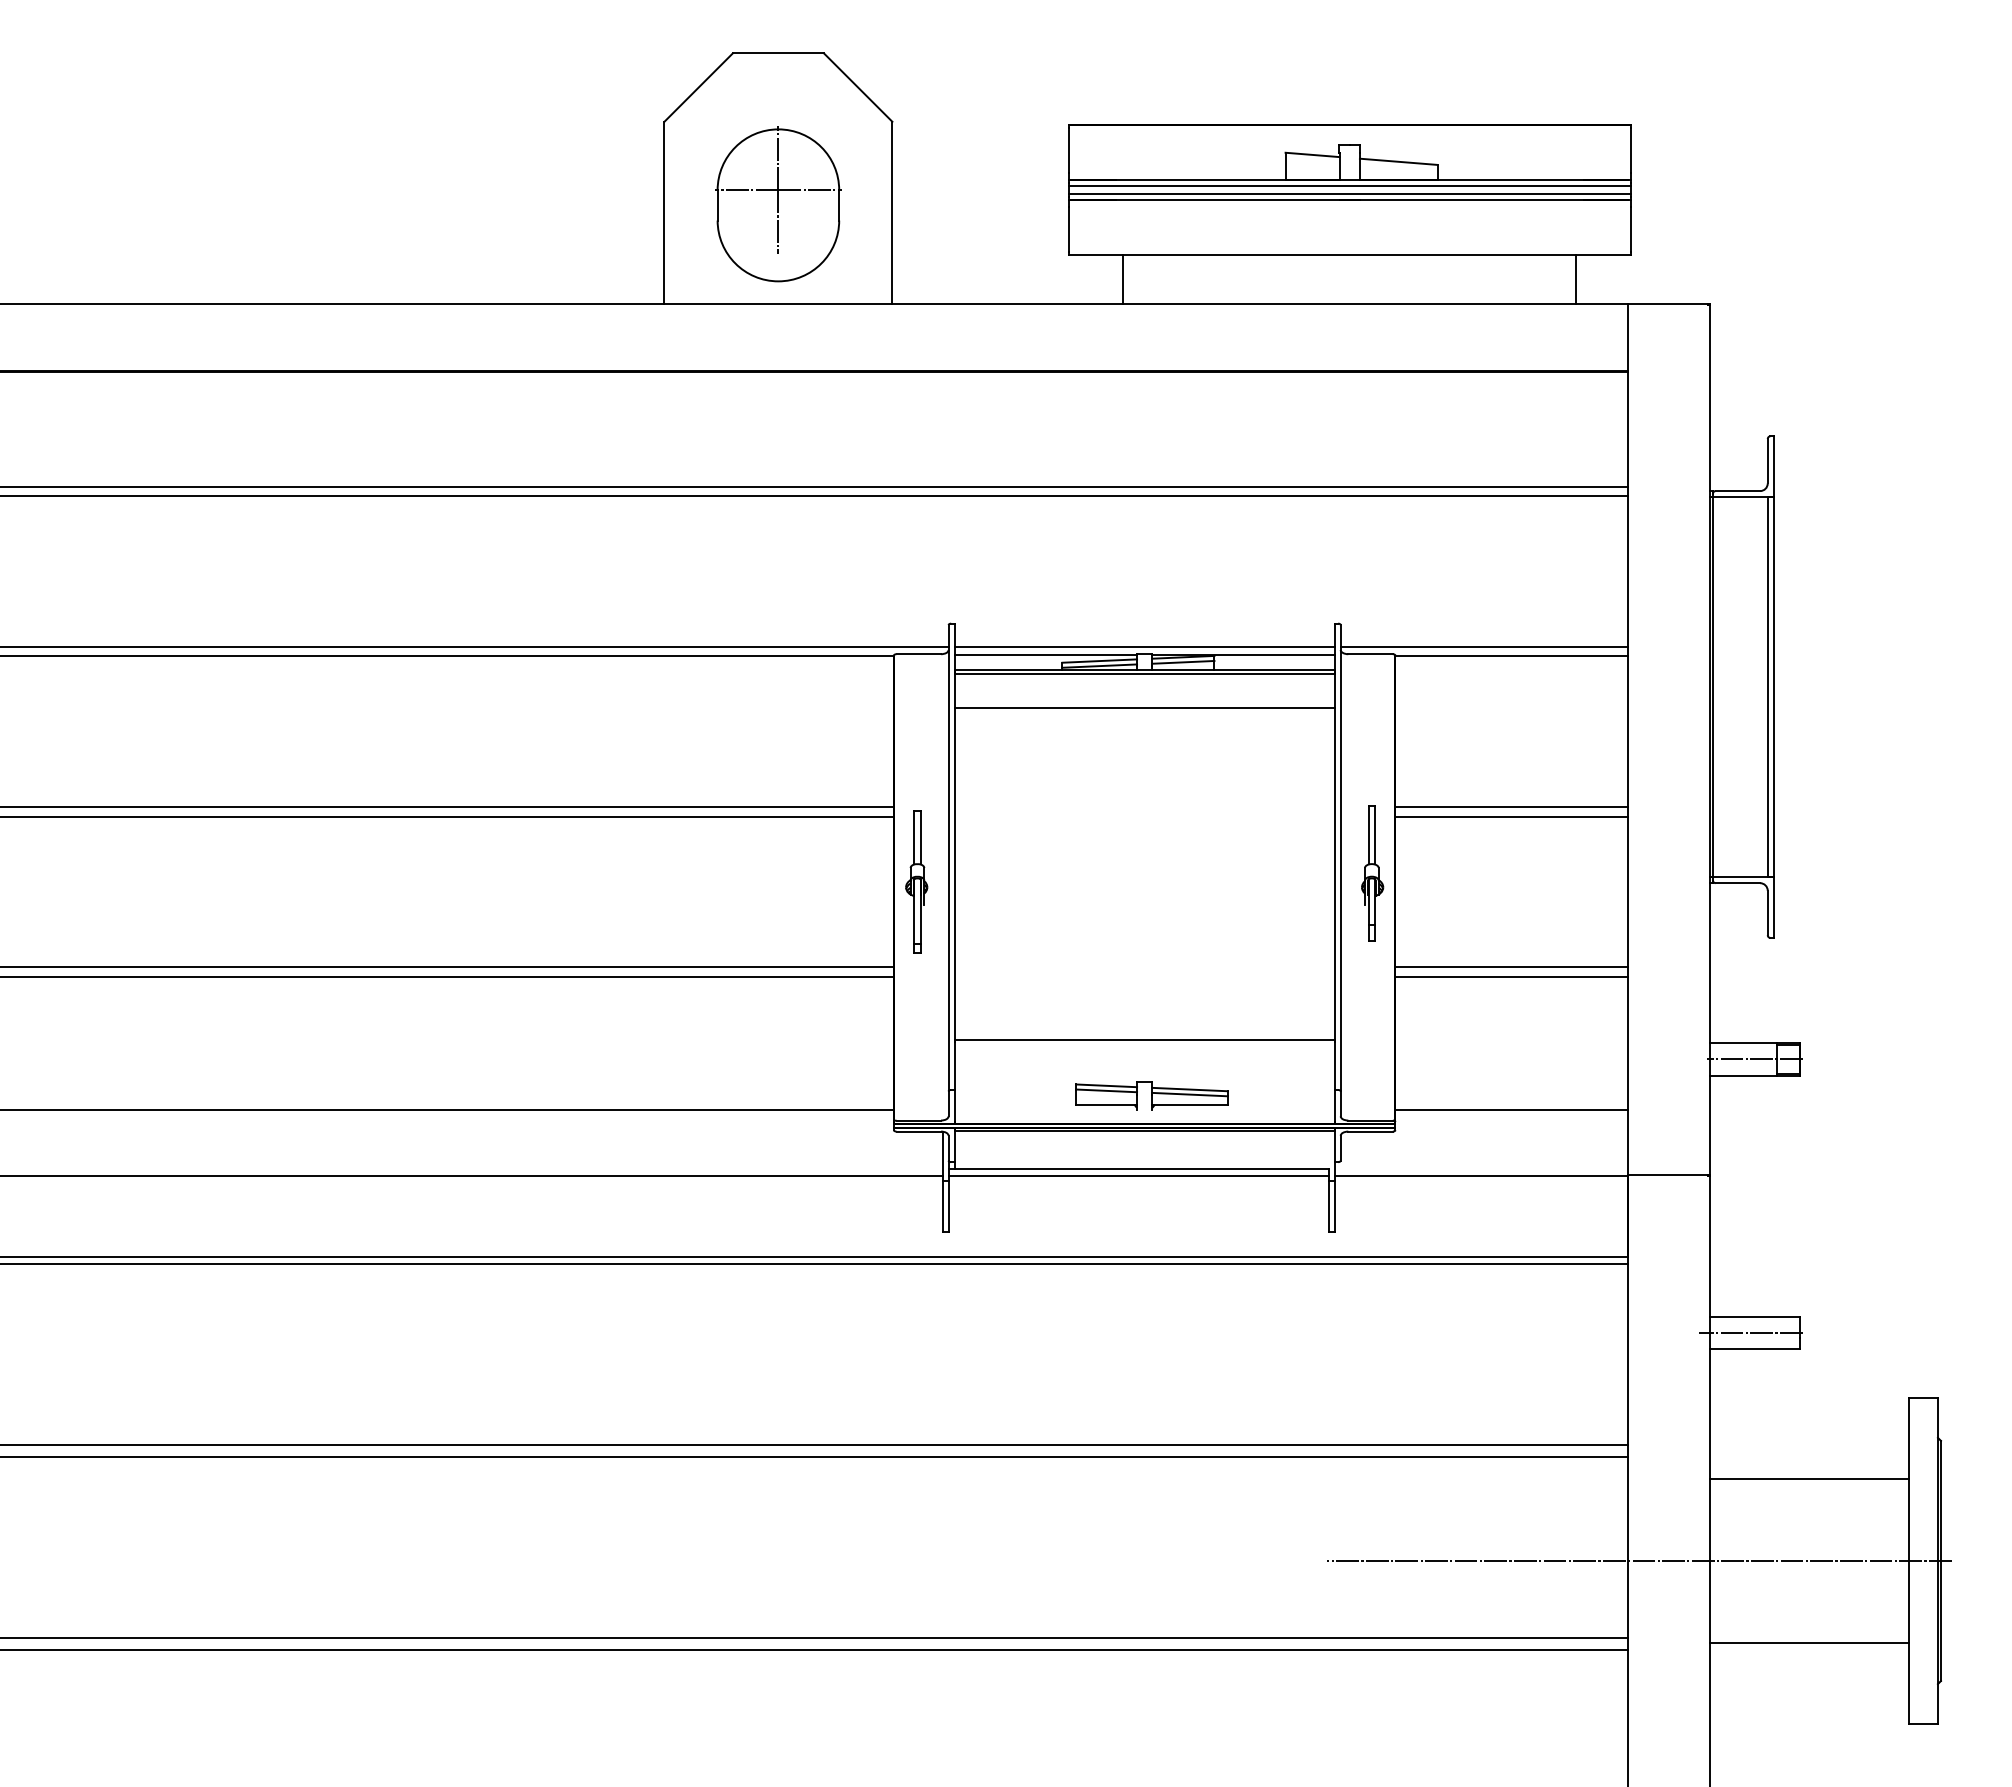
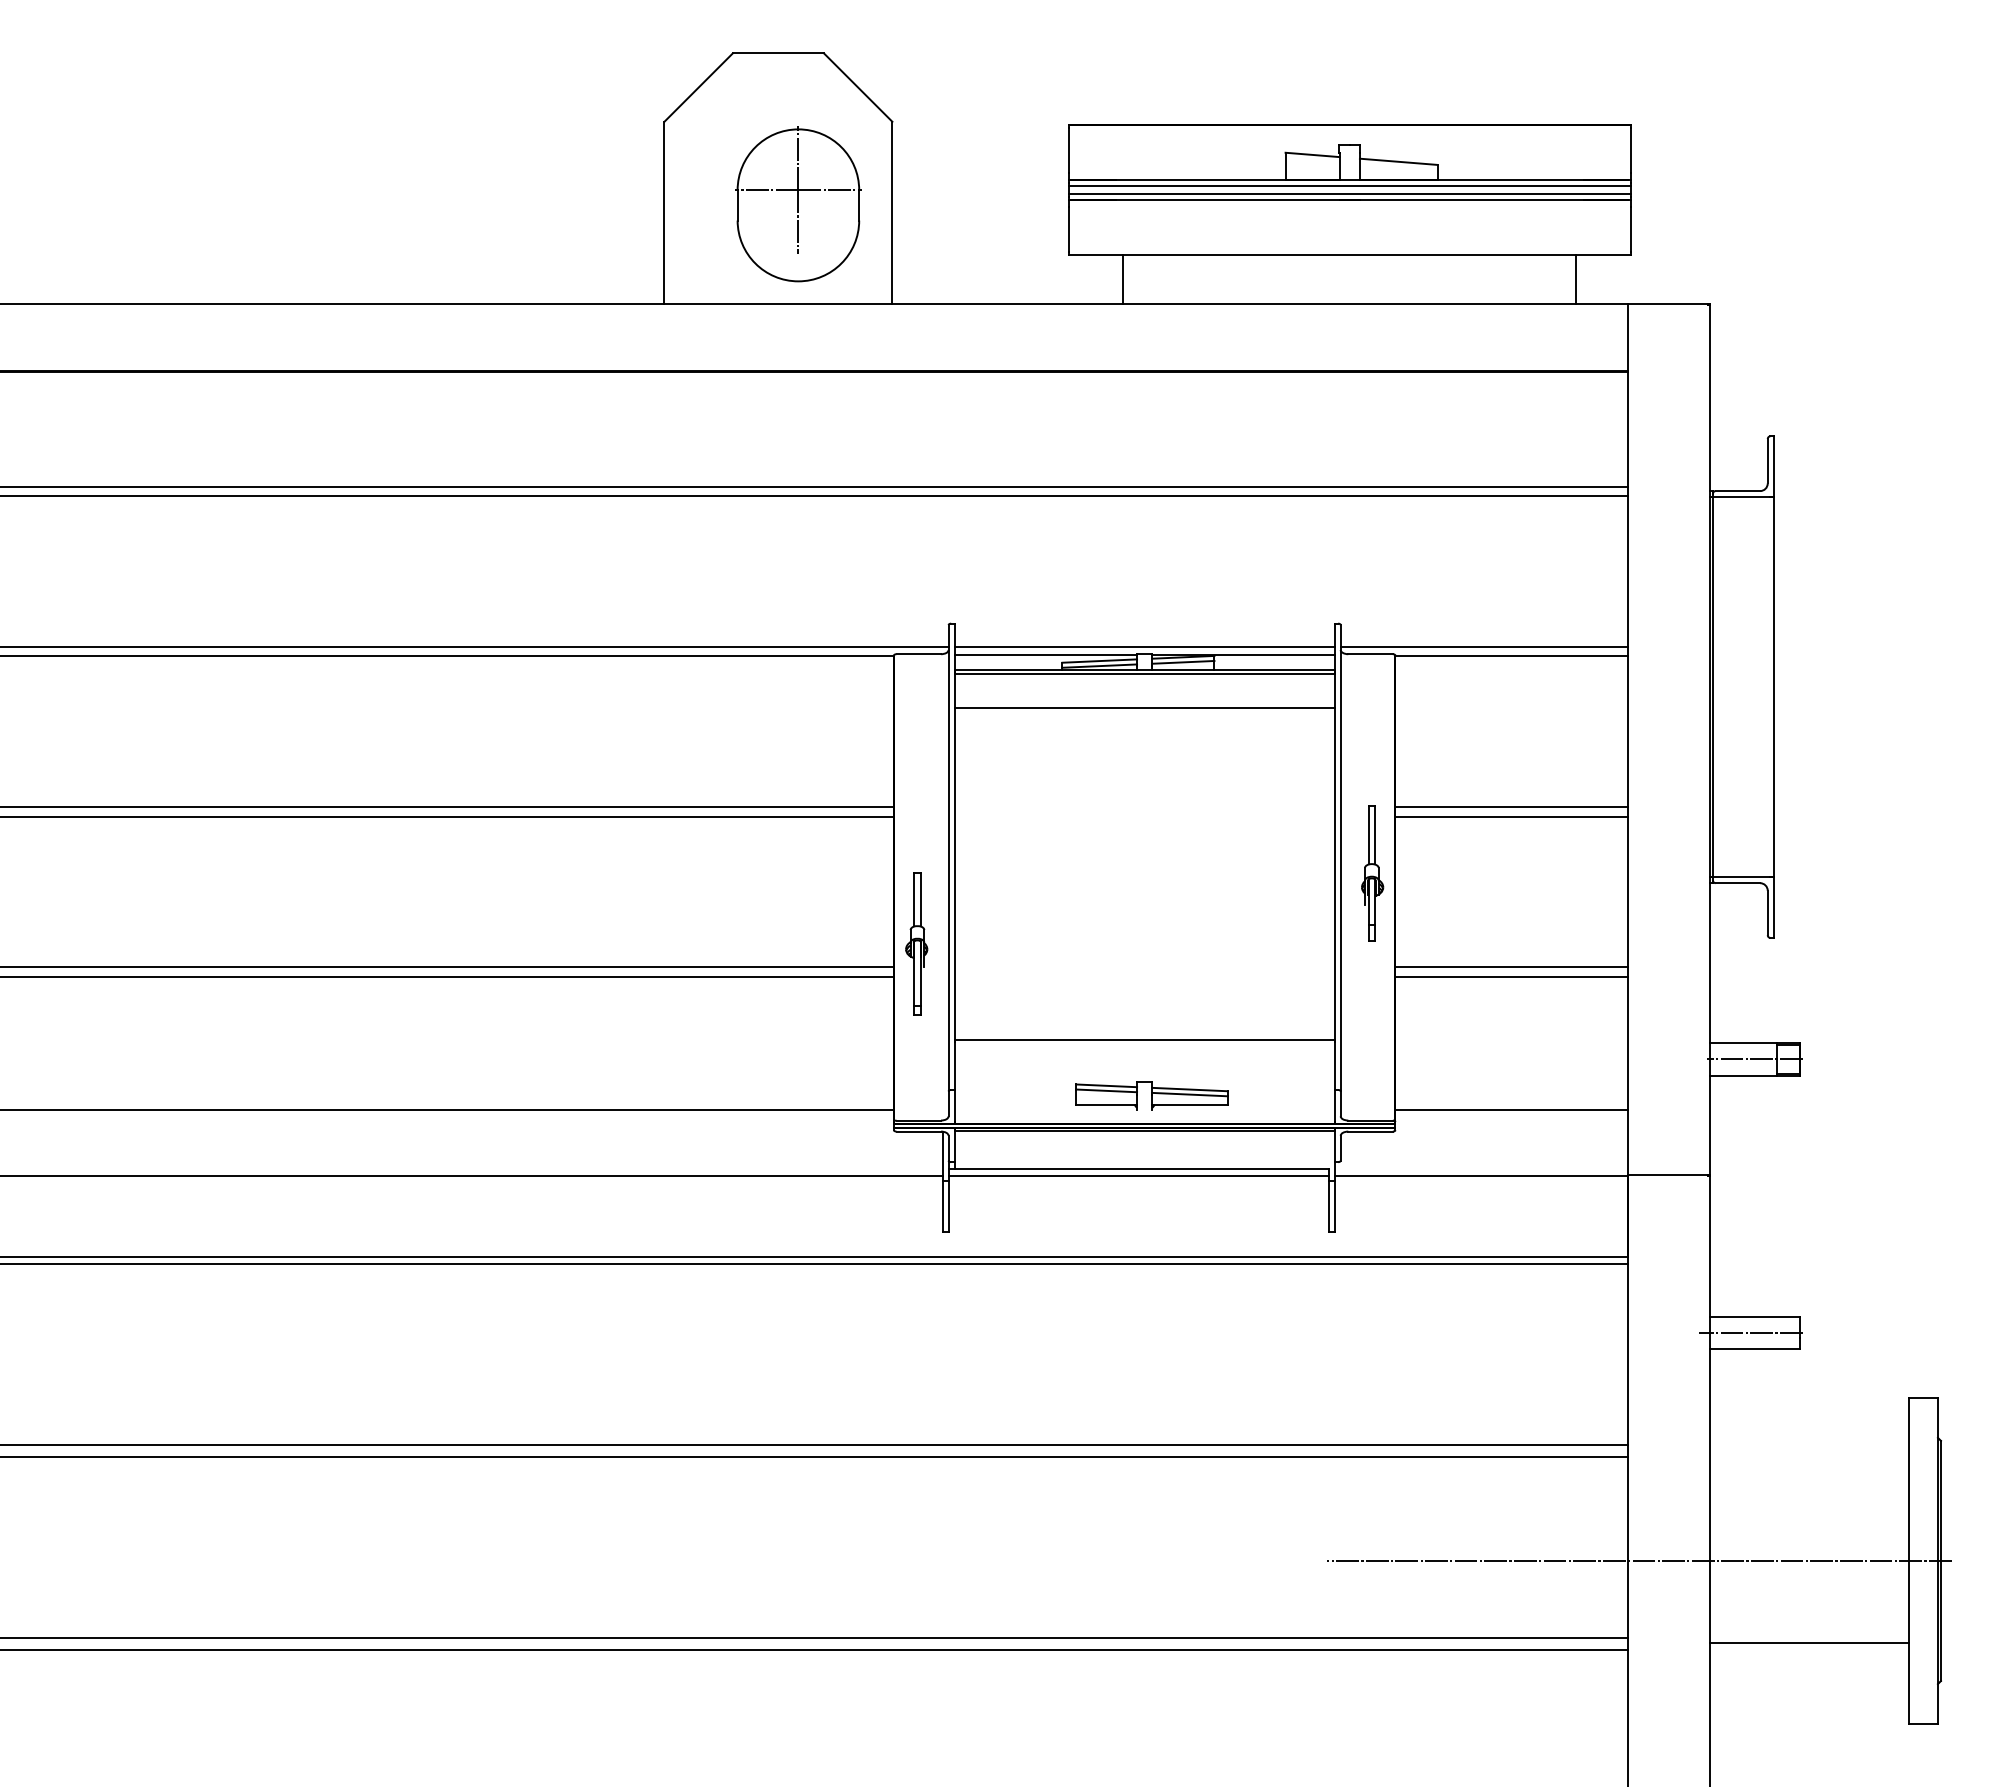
part at (778, 204) position: (778, 204) -> (798, 204)
line at (1767, 687): present -> none
part at (916, 881) position: (916, 881) -> (916, 943)
line at (1809, 1478): present -> none
